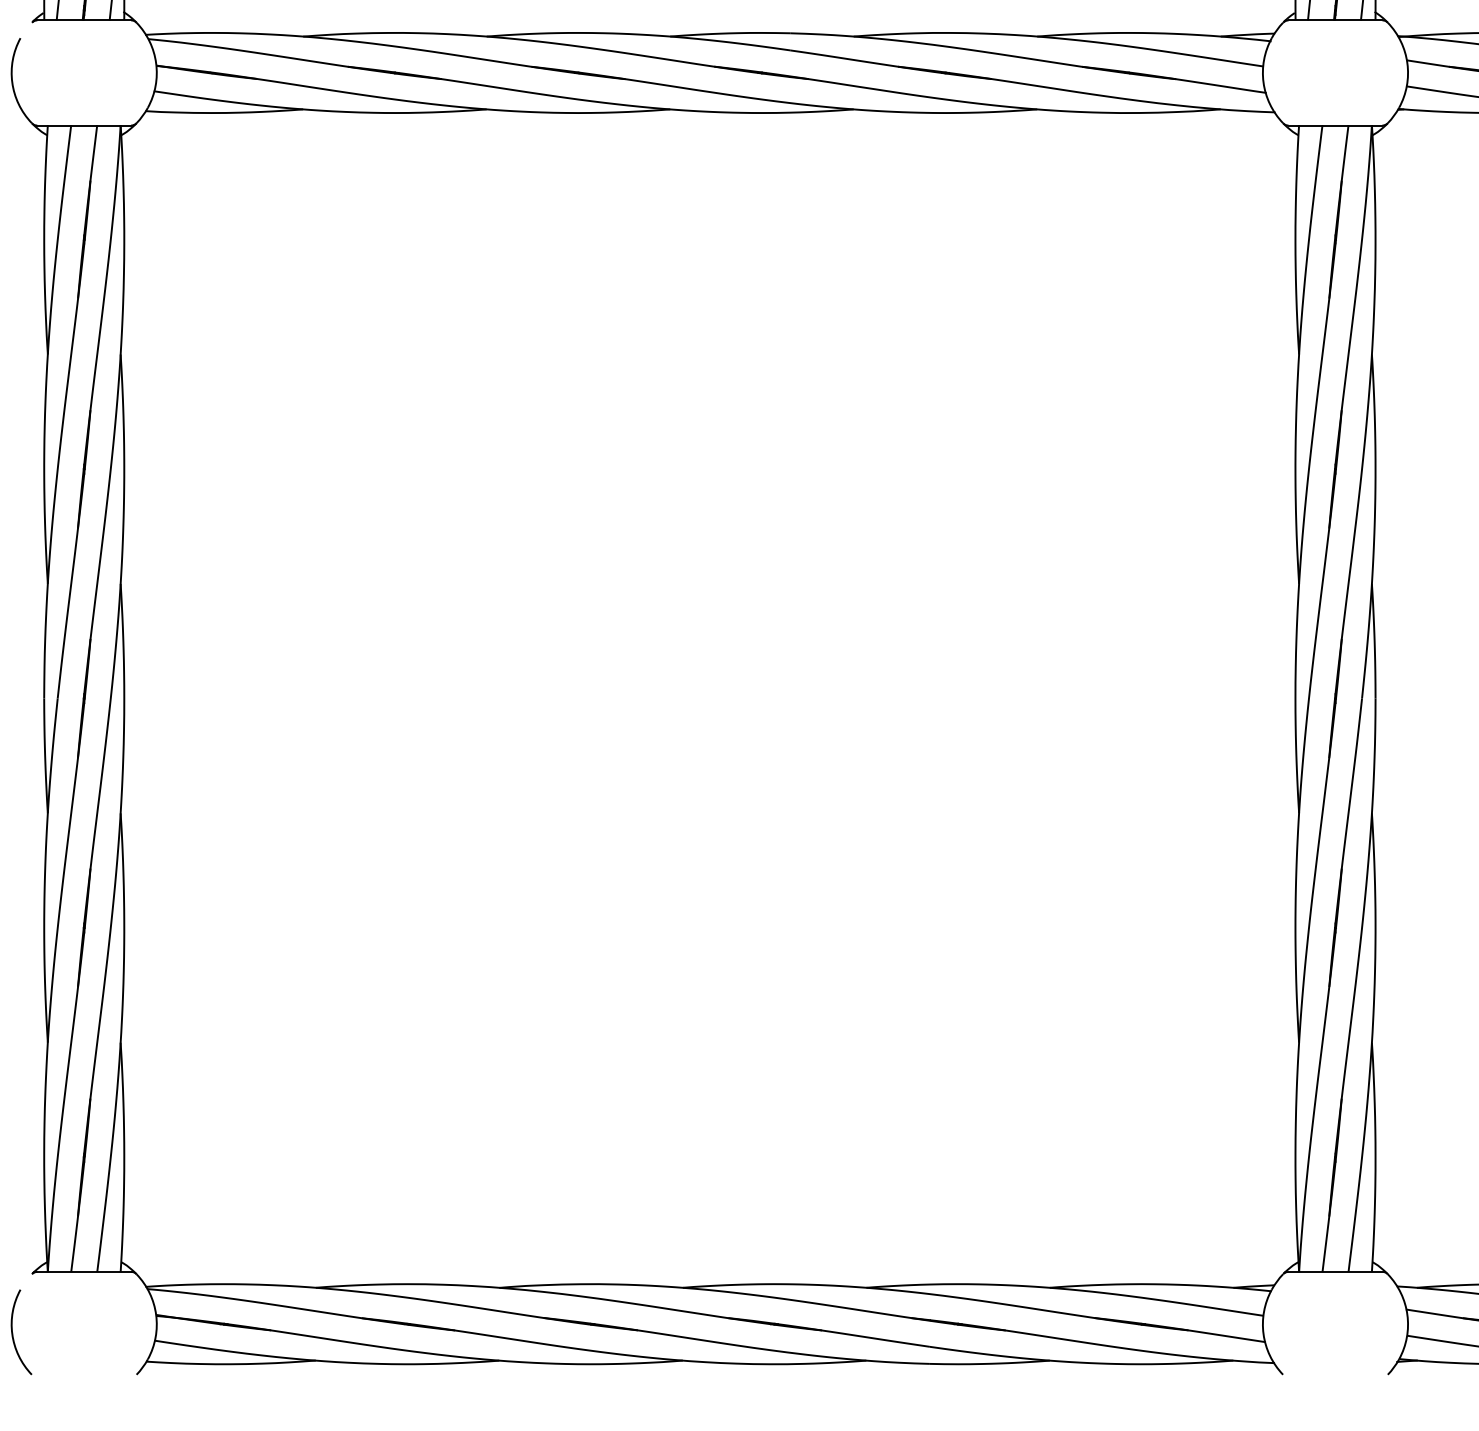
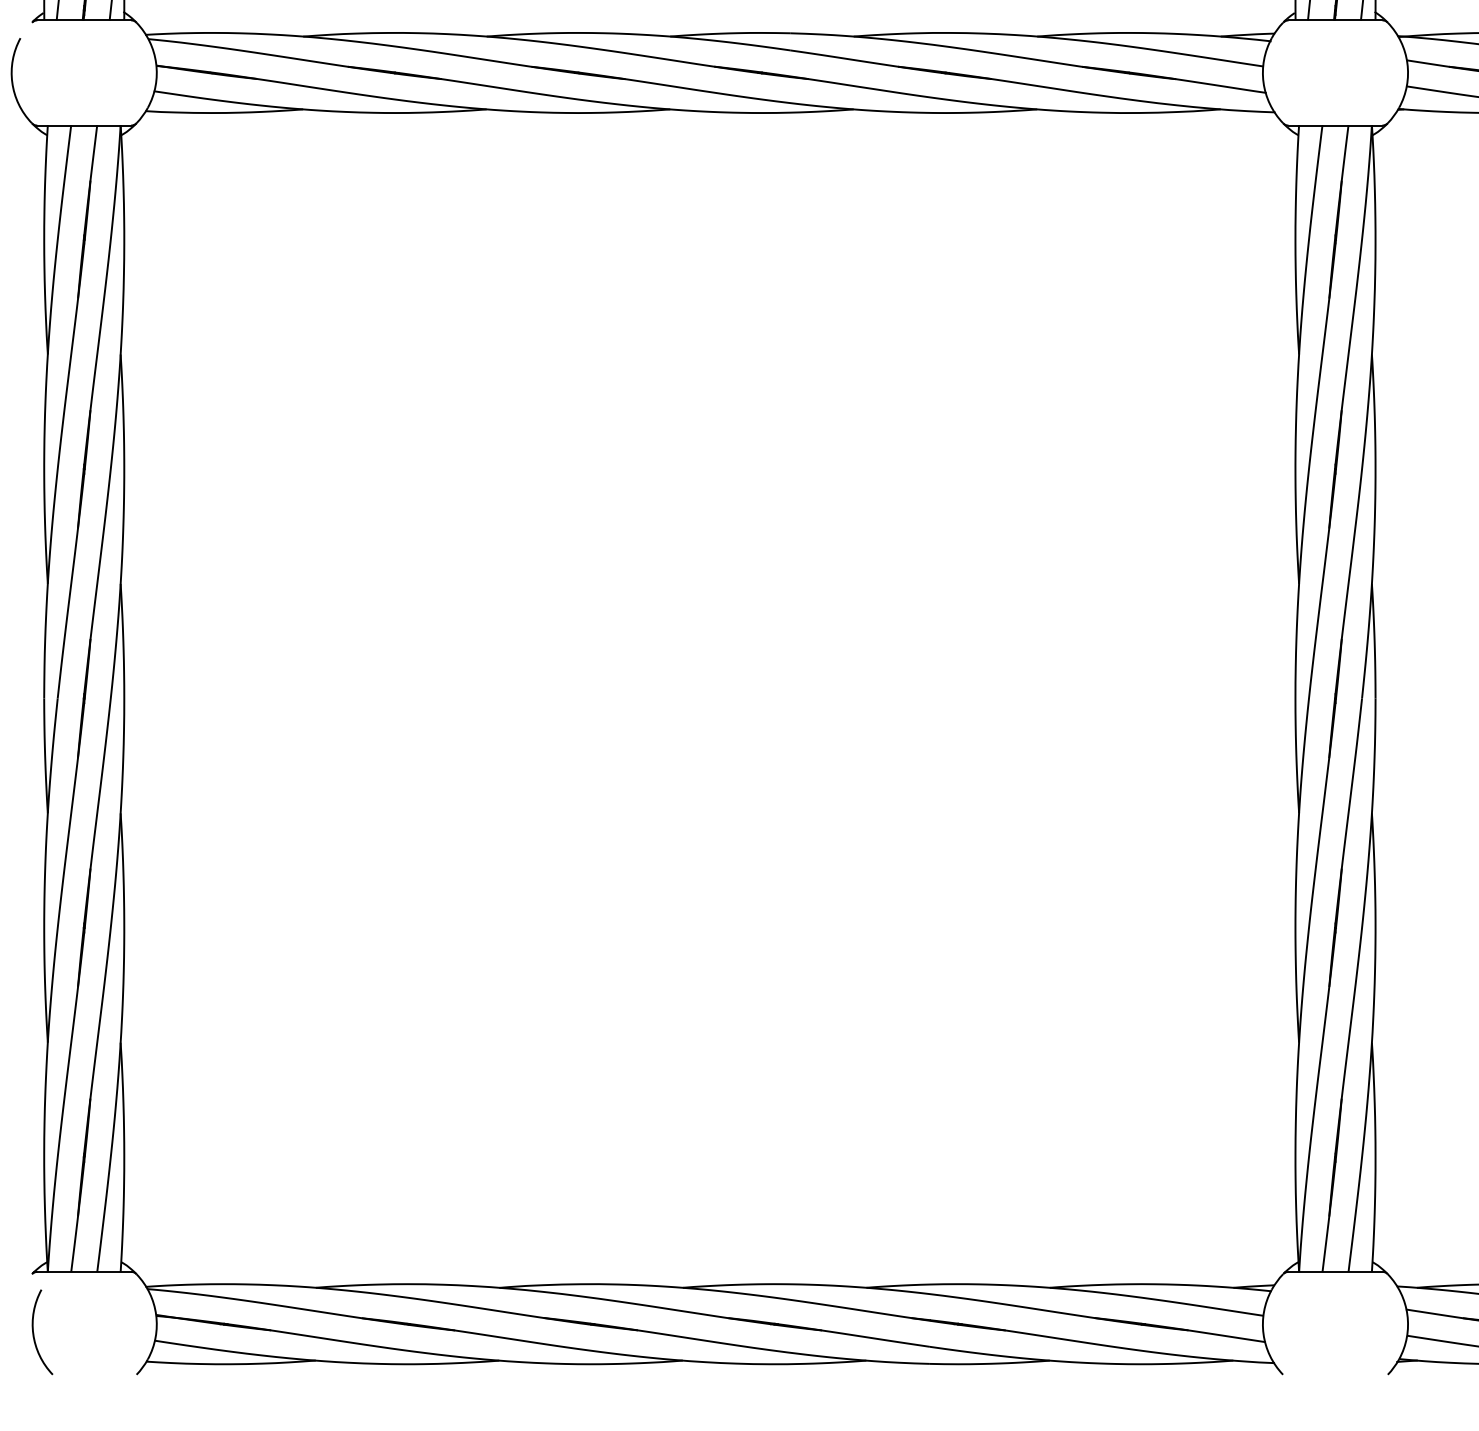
arc at (13, 1333) position: (13, 1333) -> (34, 1333)
